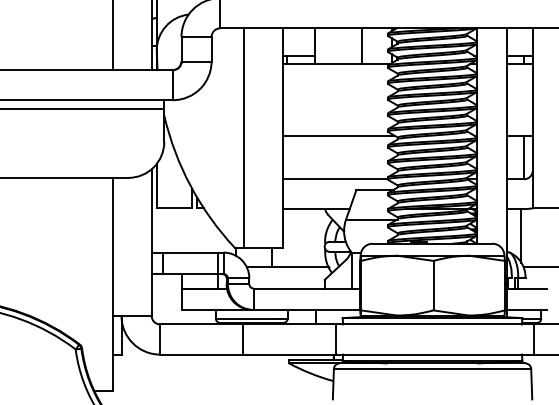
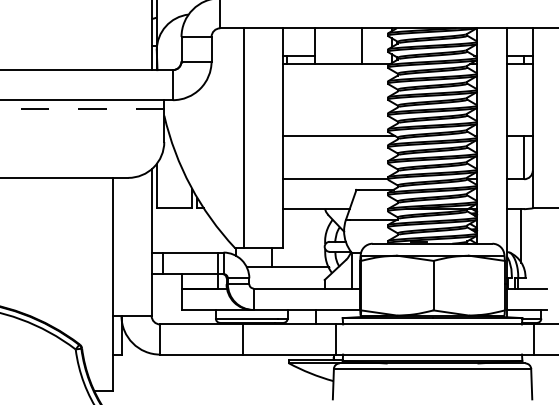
line at (112, 36): present -> none
line at (82, 108): solid -> dashed
line at (539, 267): present -> none
